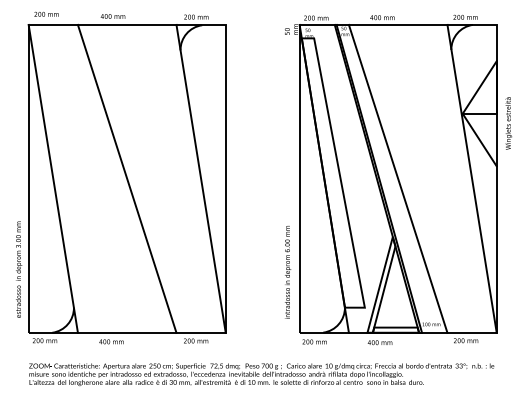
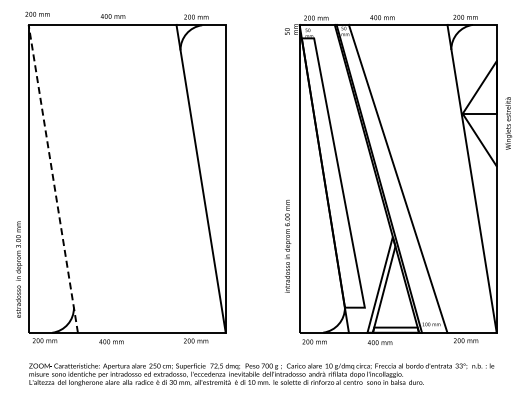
text at (46, 13) position: (46, 13) -> (37, 13)
line at (53, 178): solid -> dashed
line at (126, 178): present -> none
text at (288, 272) position: (288, 272) -> (288, 246)
